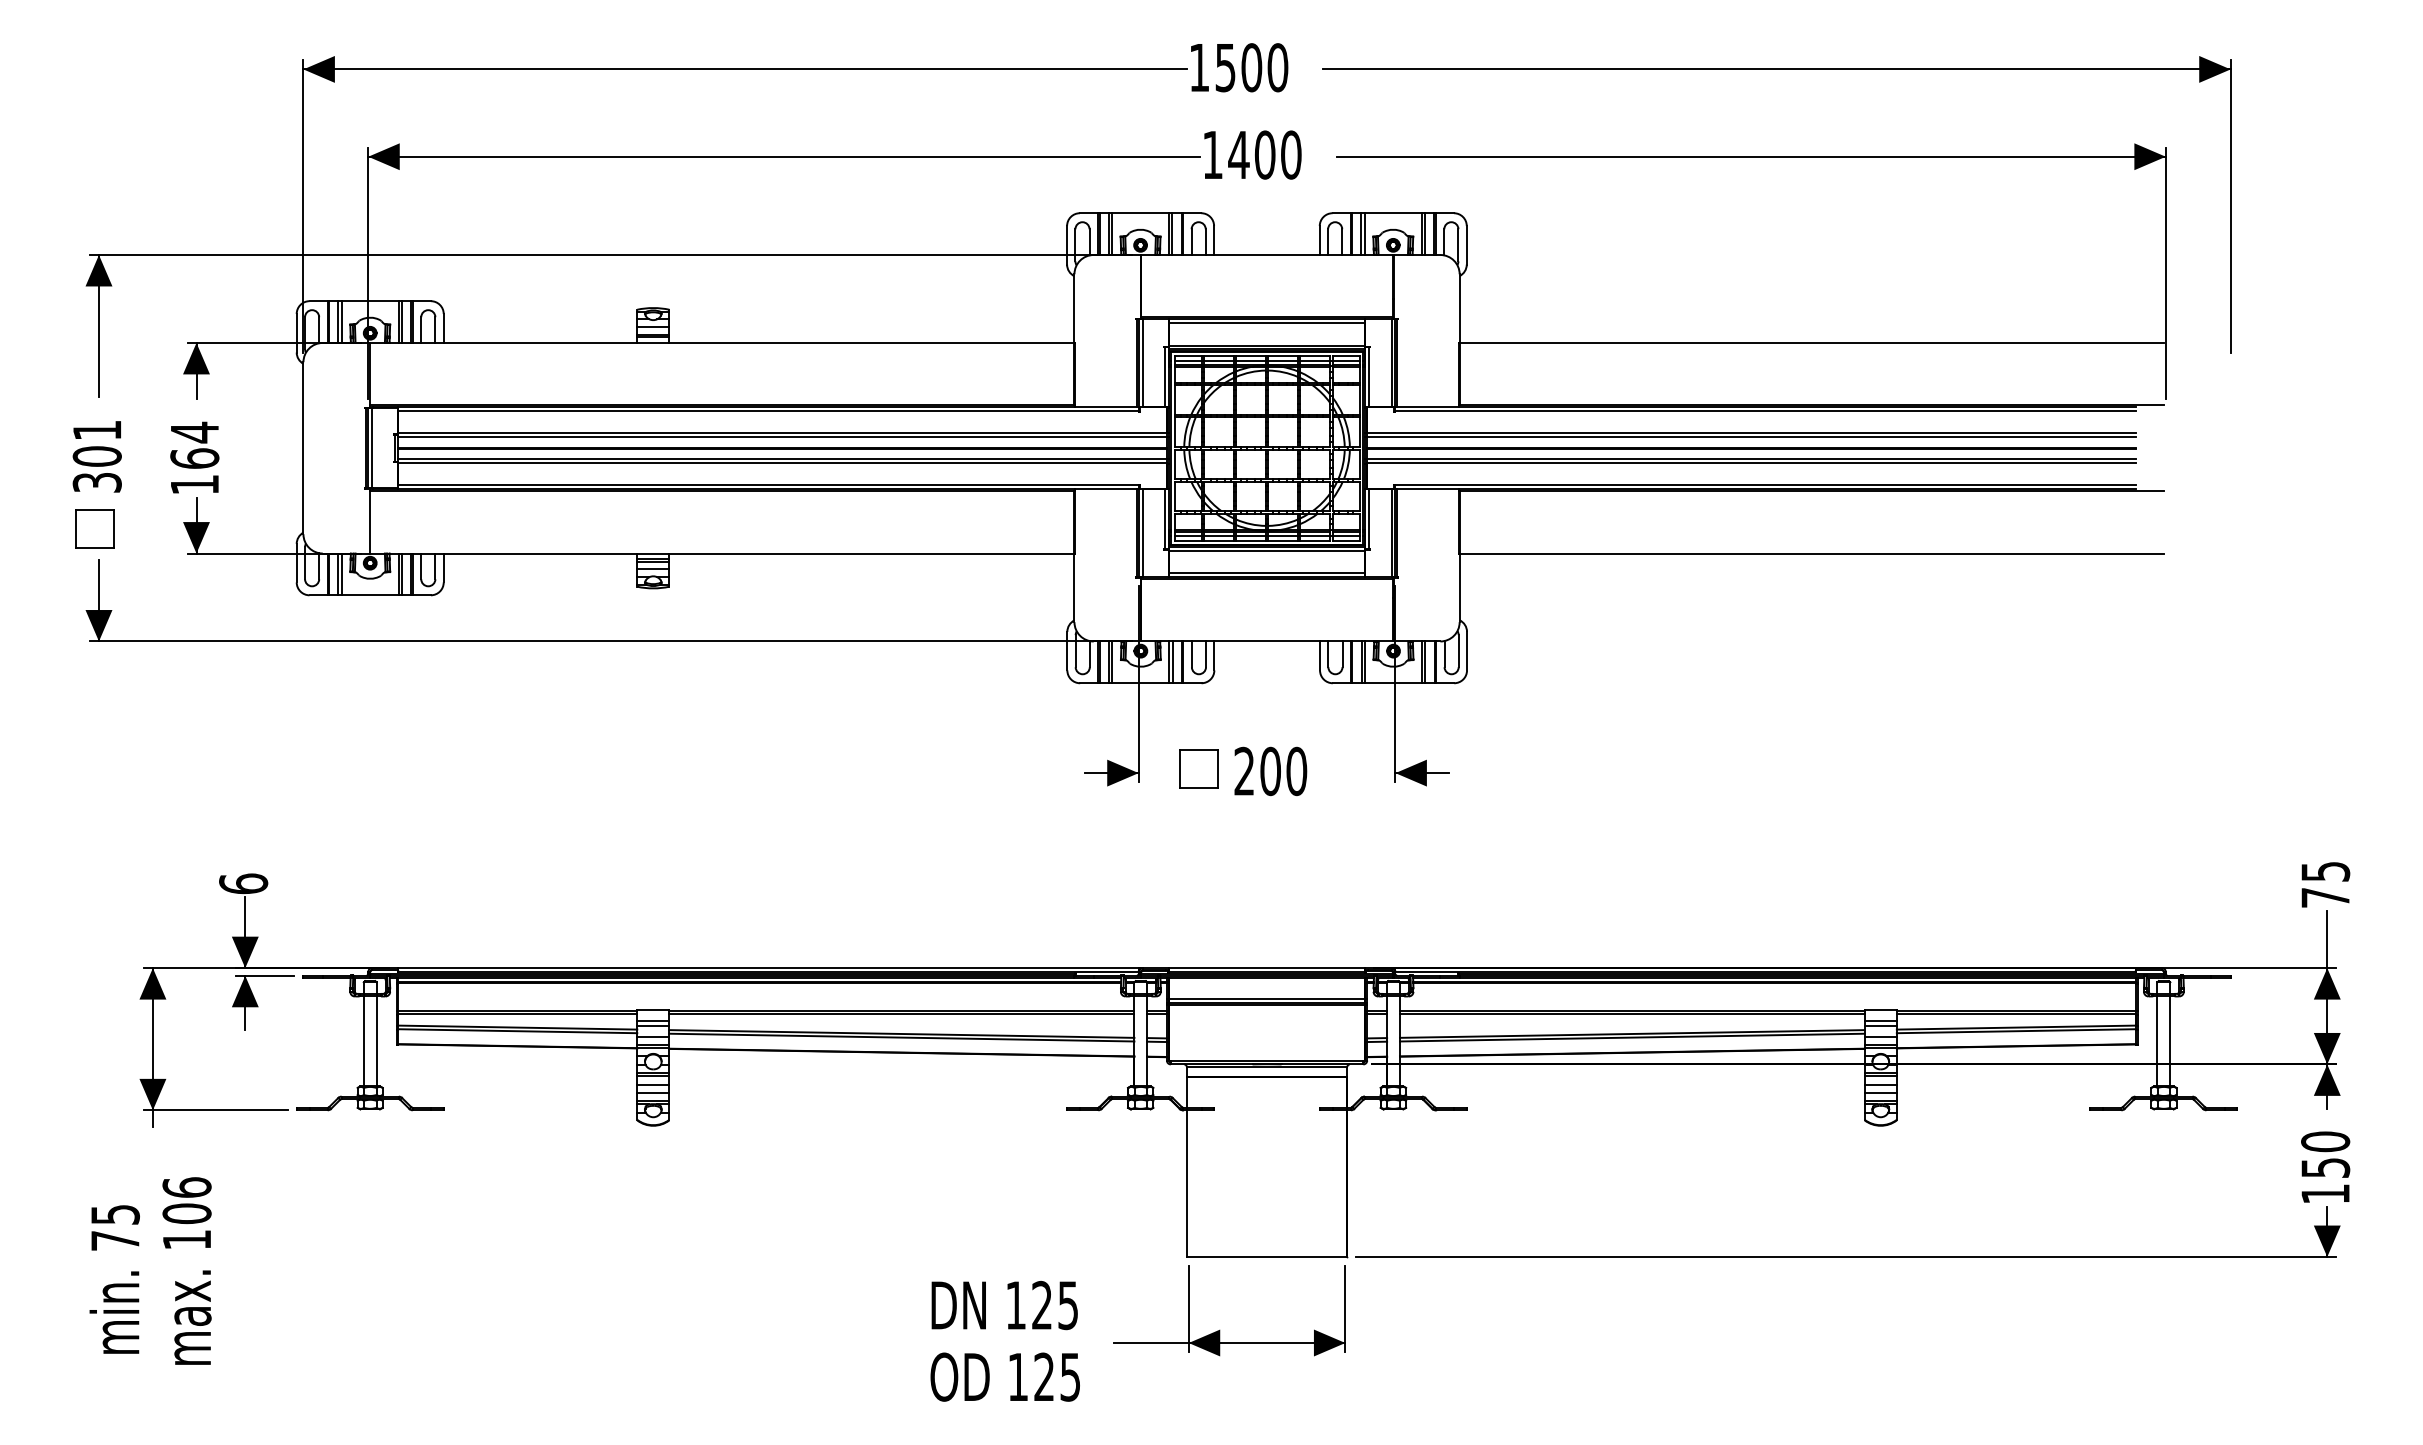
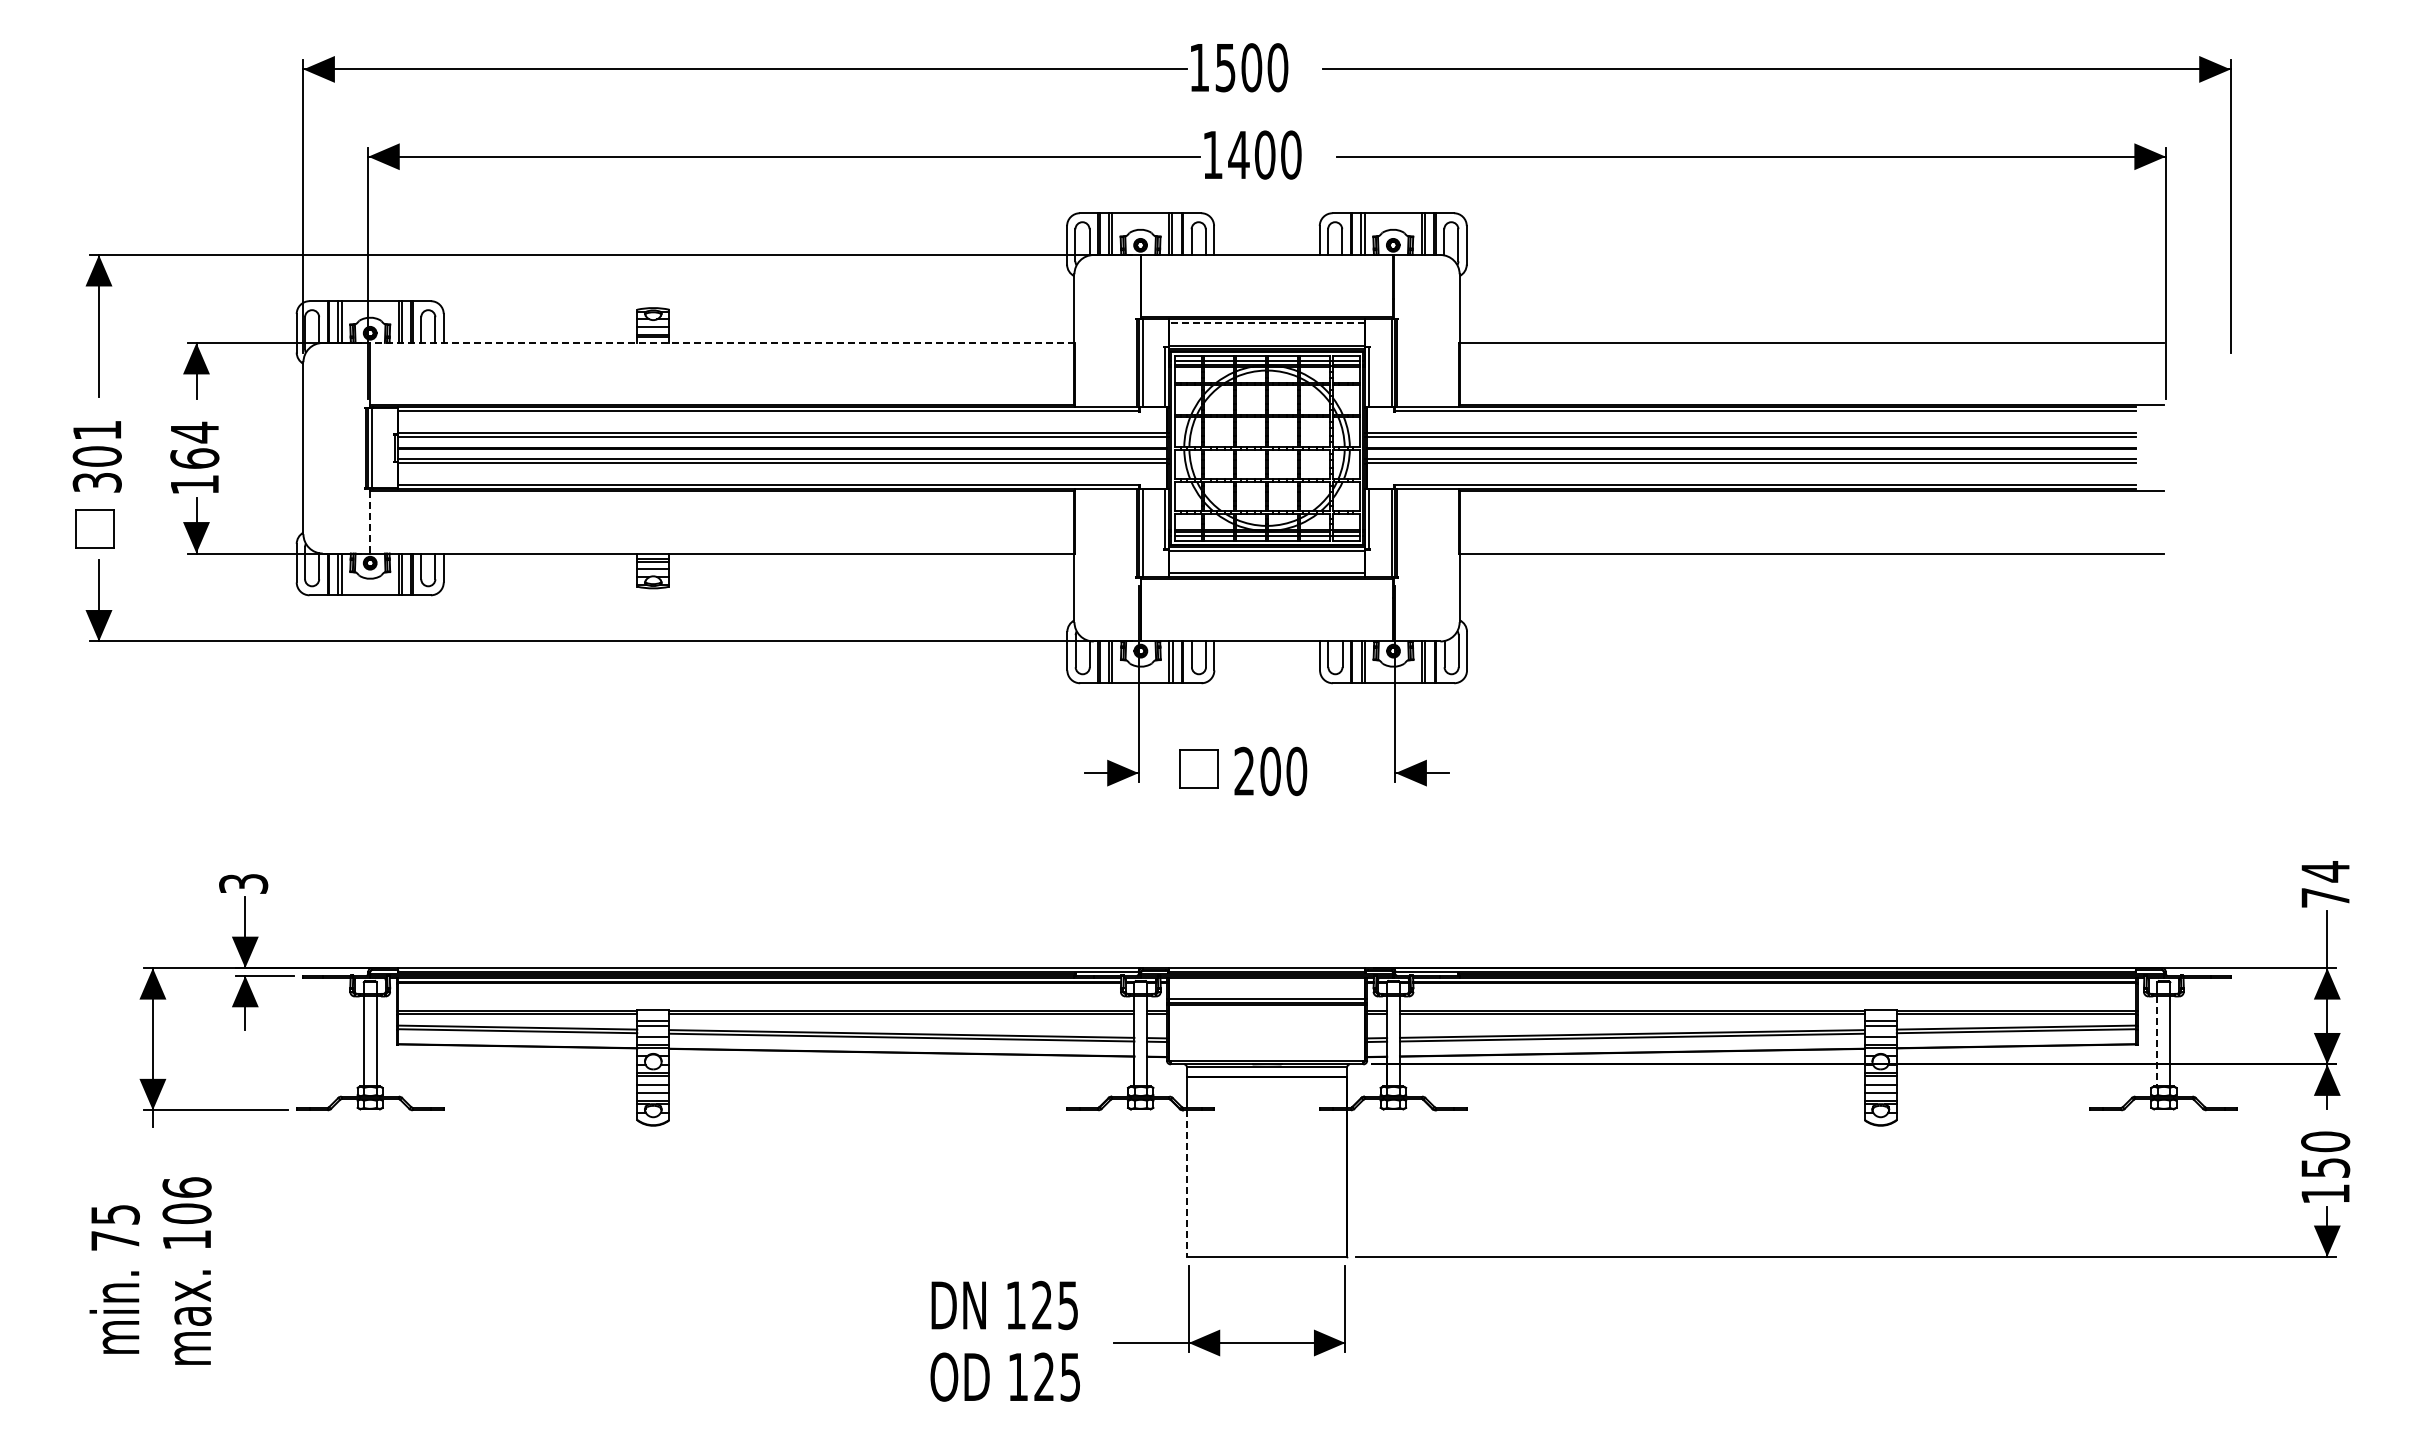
line at (1267, 323): solid -> dashed
line at (722, 342): solid -> dashed
line at (370, 522): solid -> dashed
text at (2325, 871): 75 -> 74
text at (243, 883): 6 -> 3
line at (2157, 1041): solid -> dashed
line at (1186, 1184): solid -> dashed
